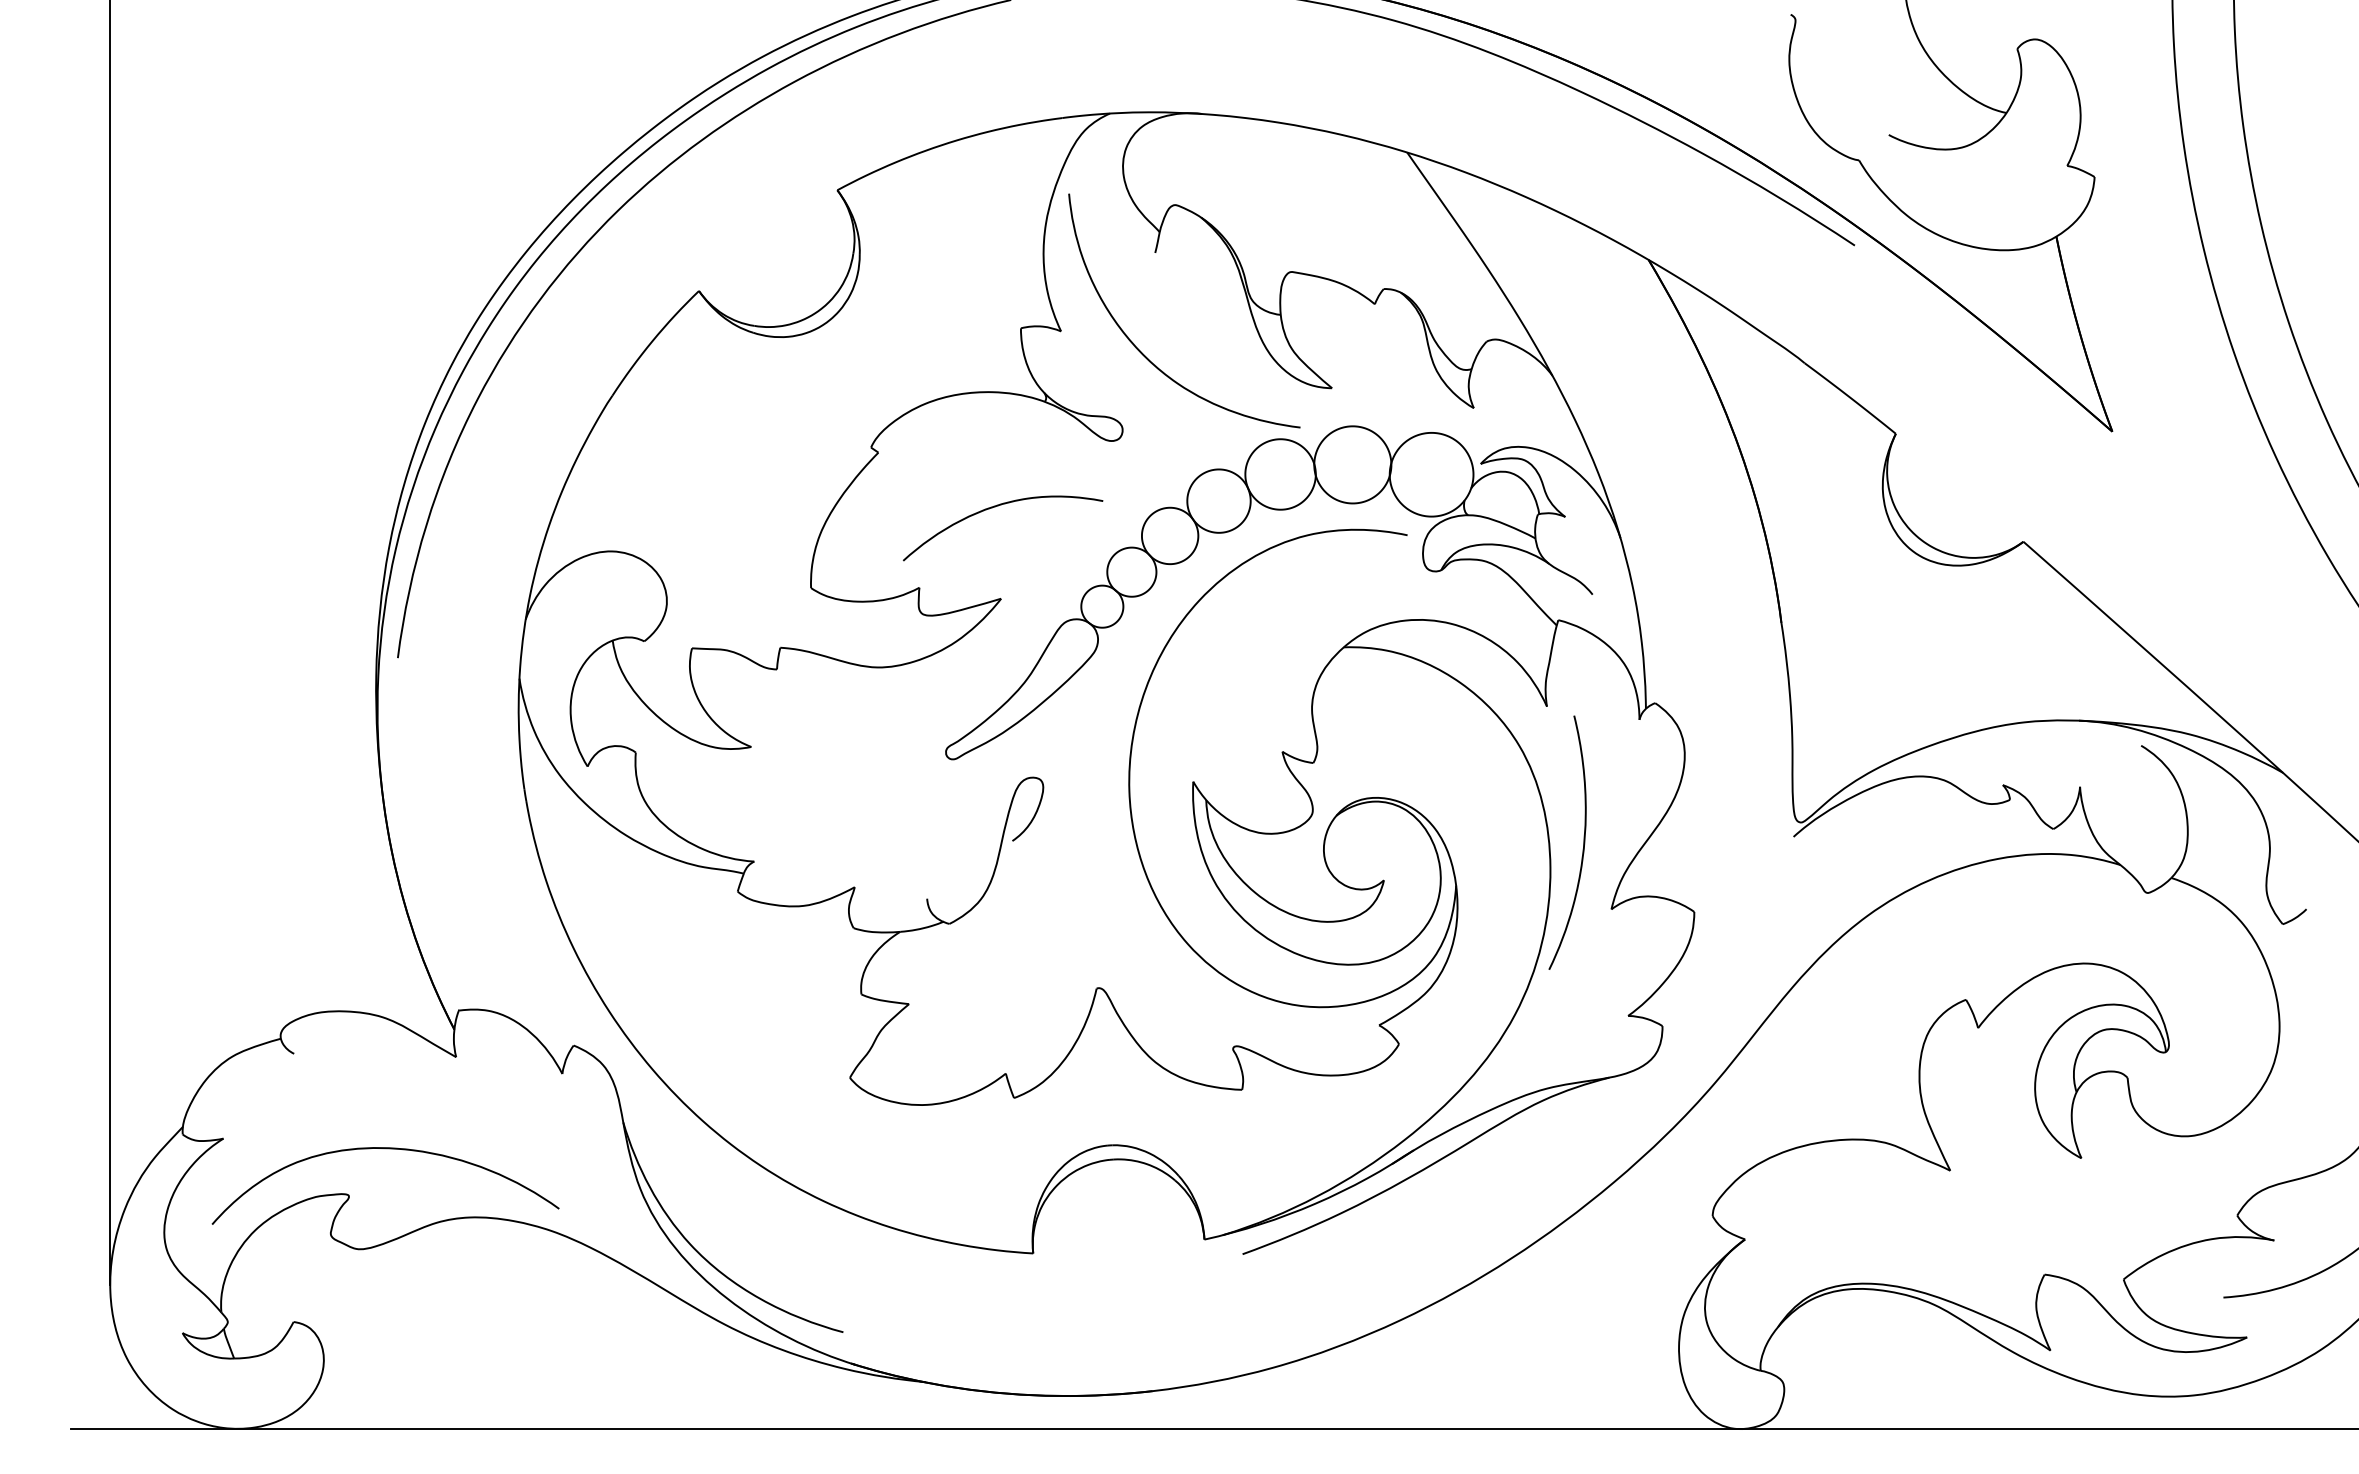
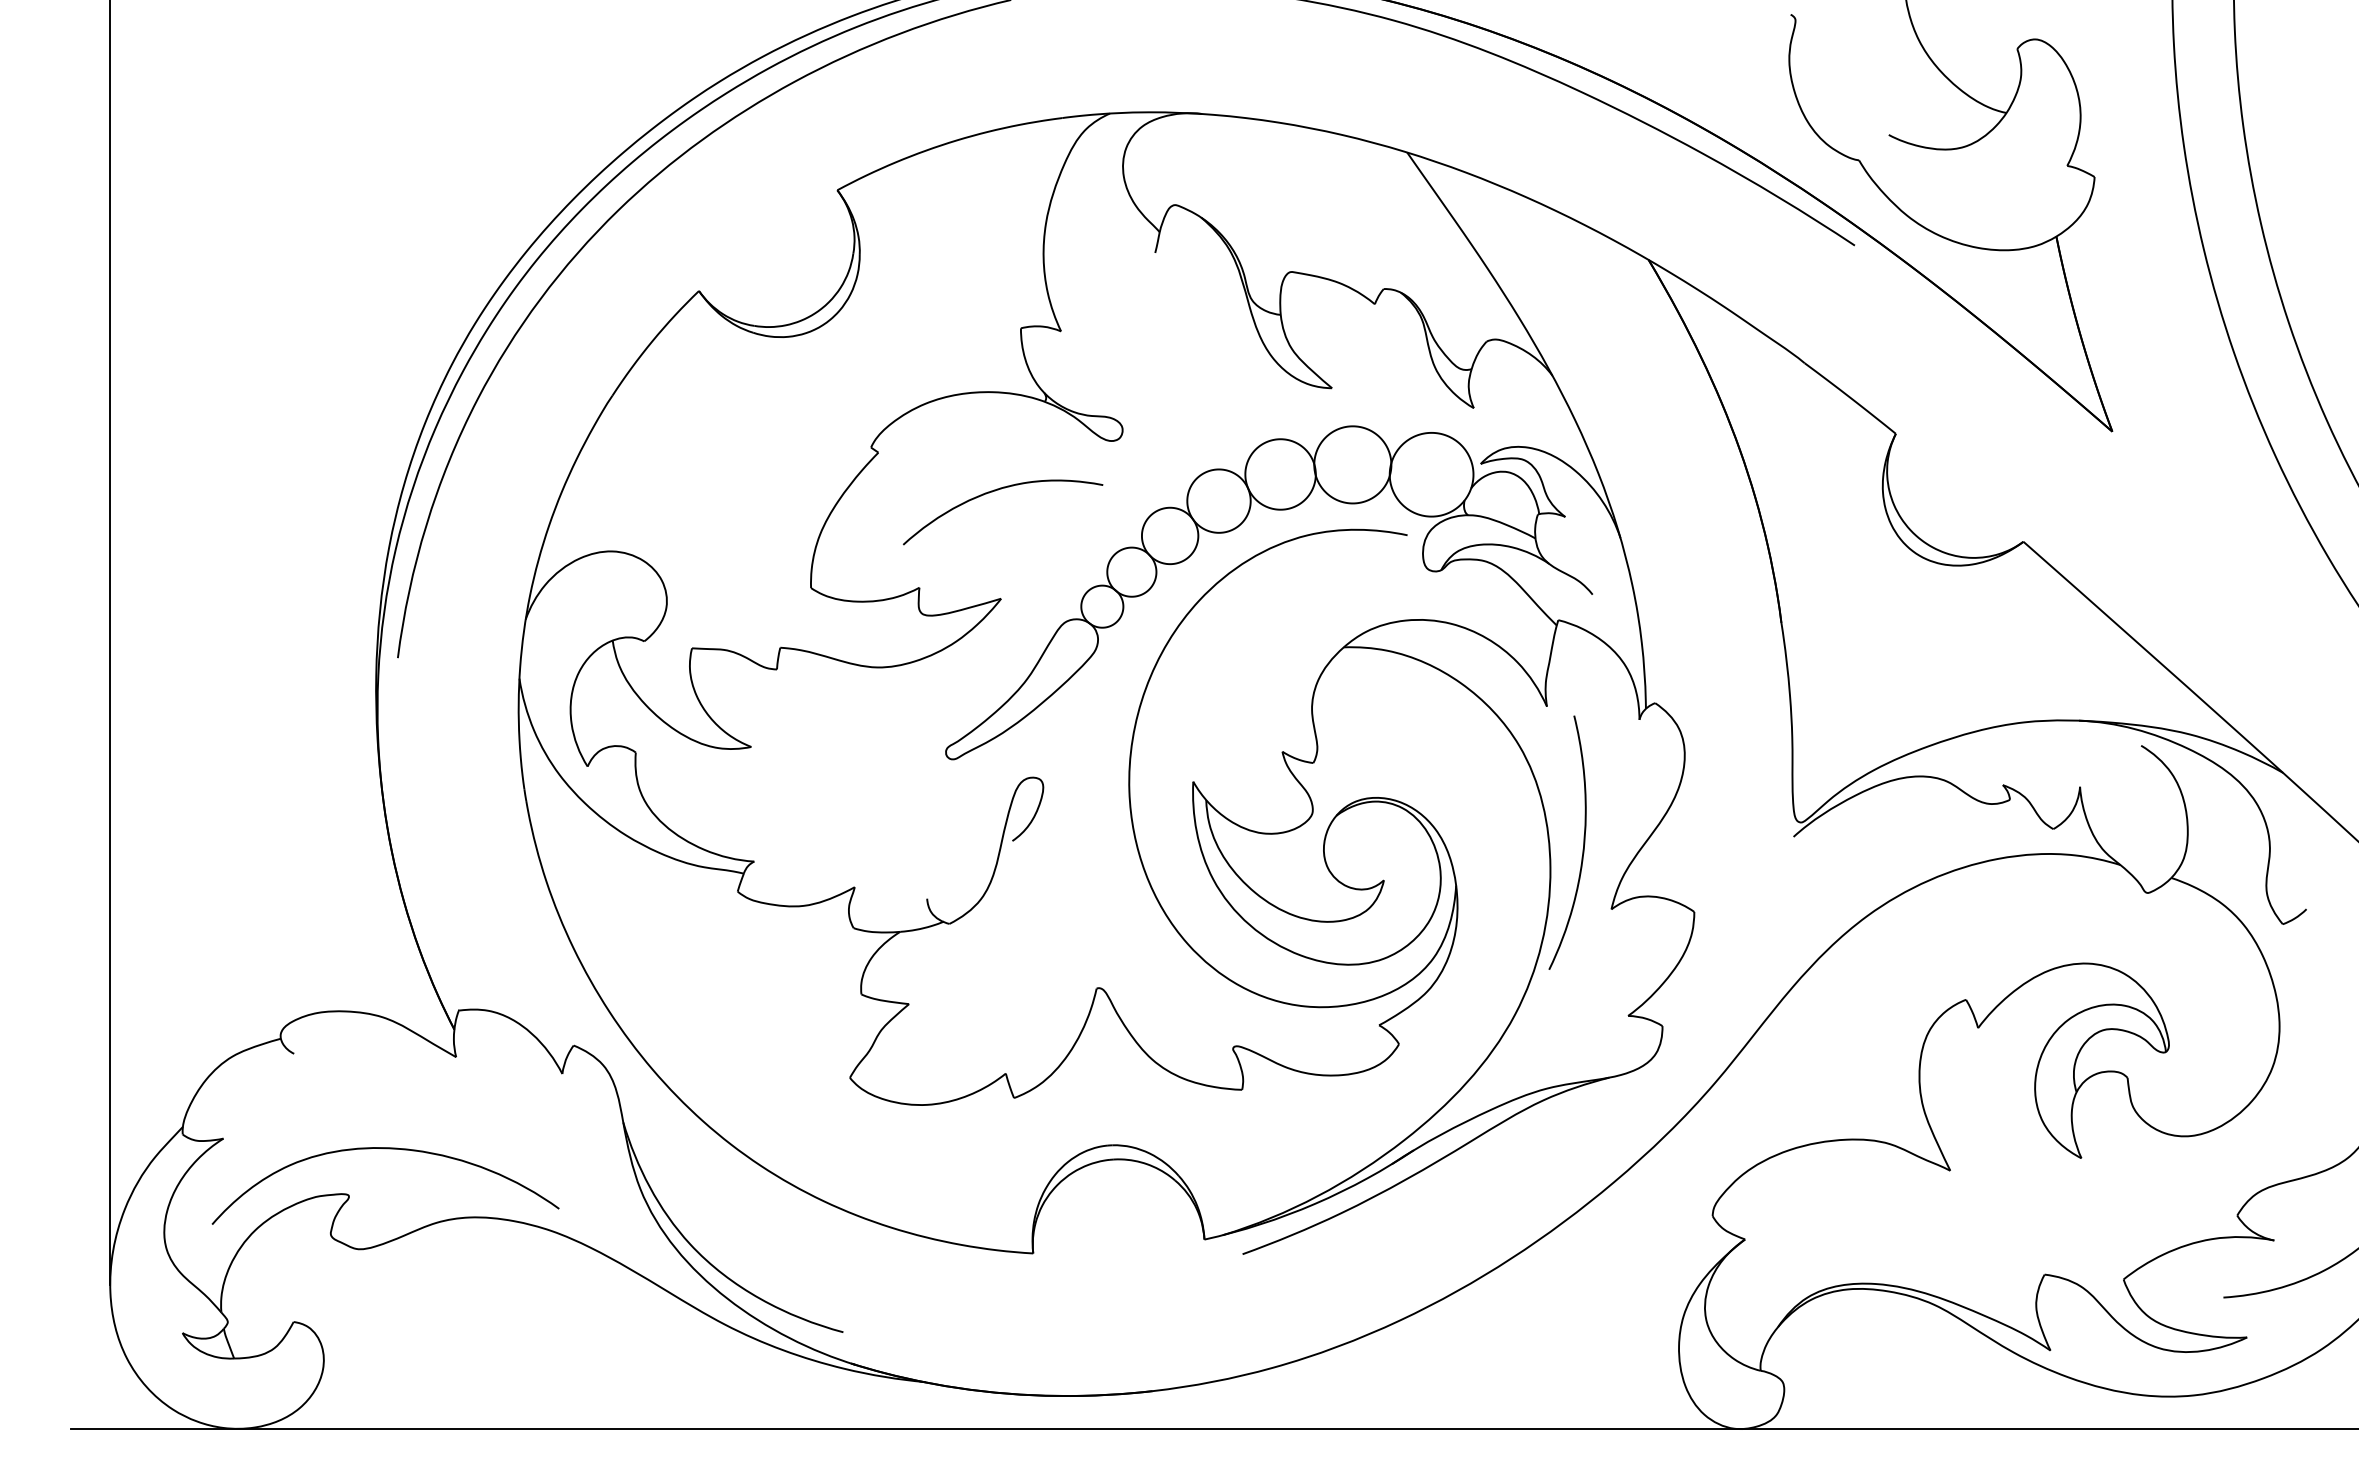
curve at (1142, 352): present -> none
curve at (995, 507) position: (995, 507) -> (995, 491)
